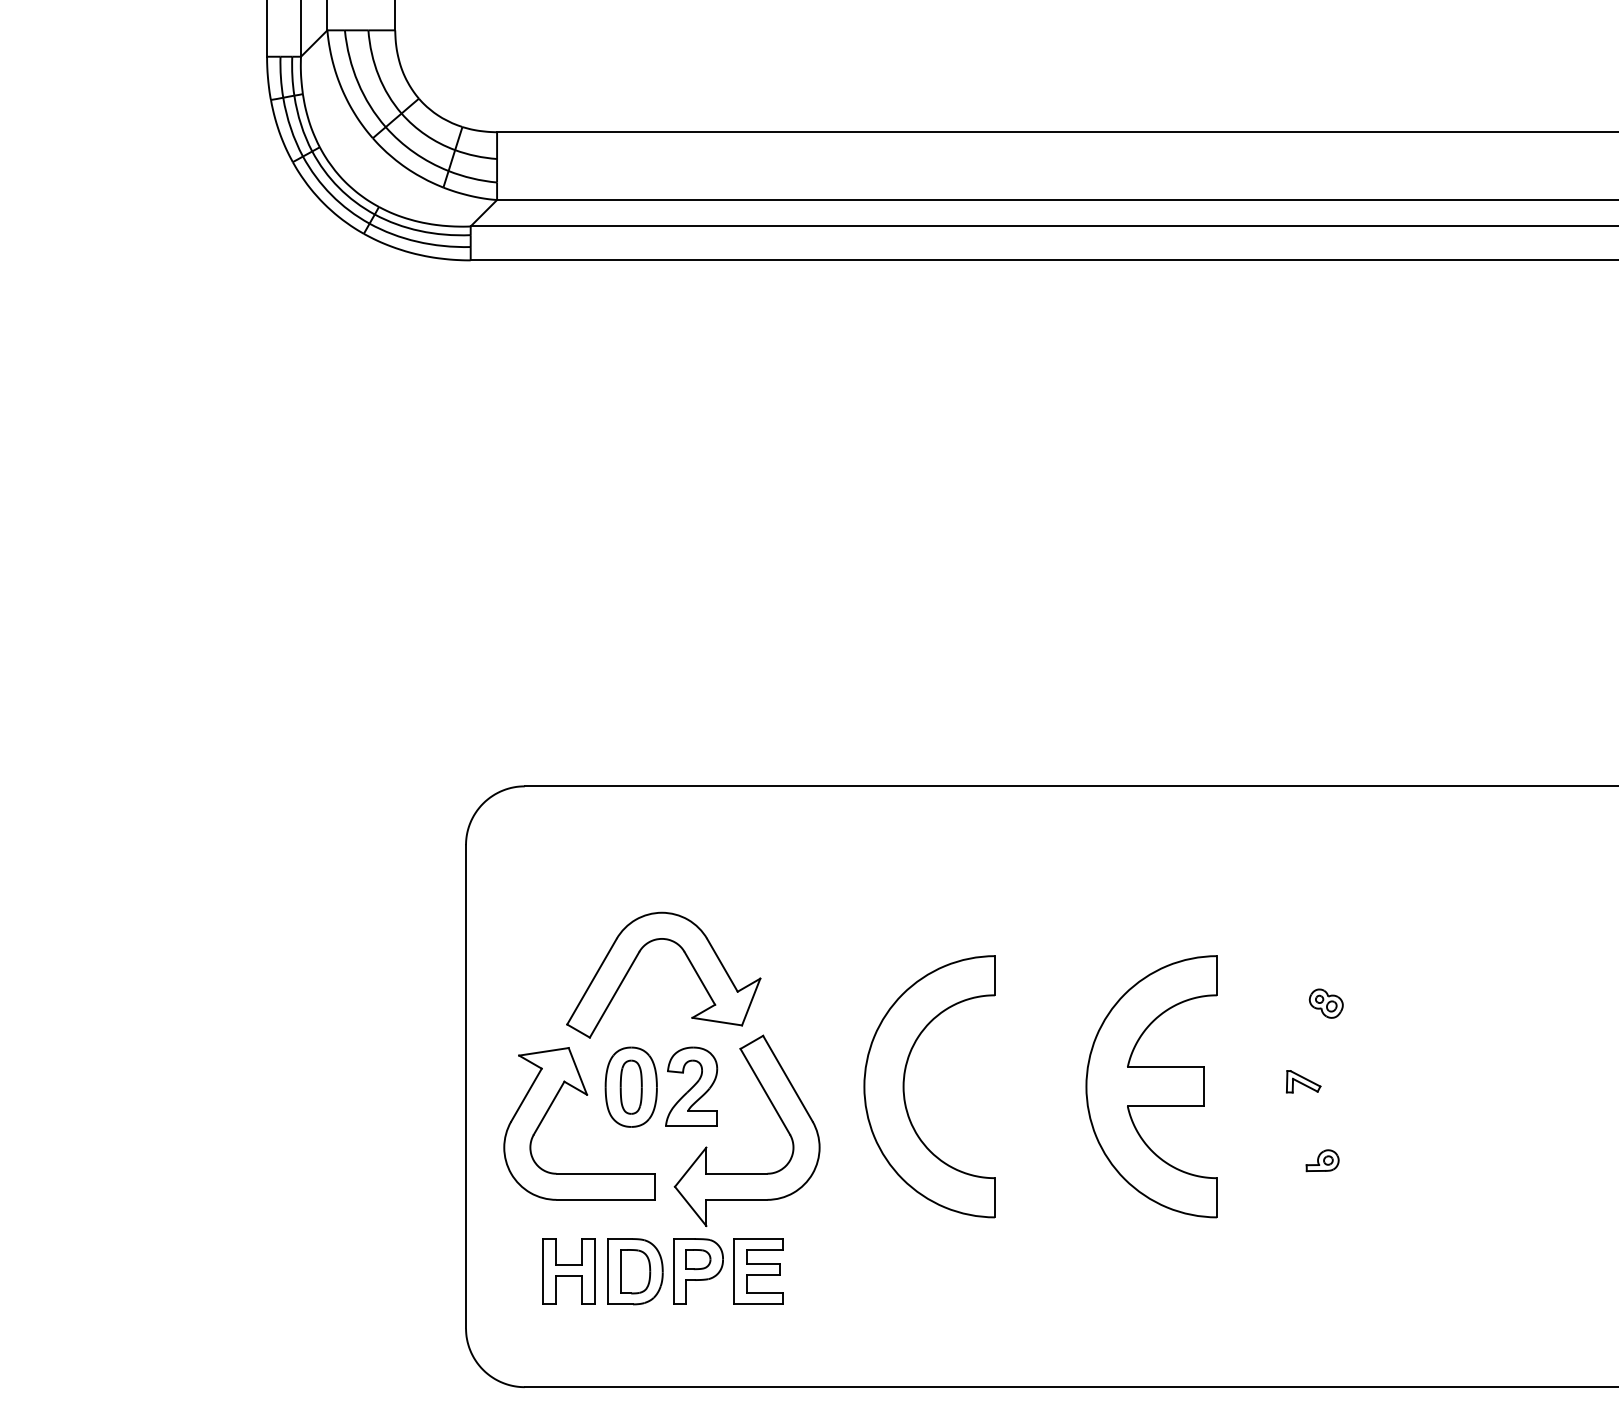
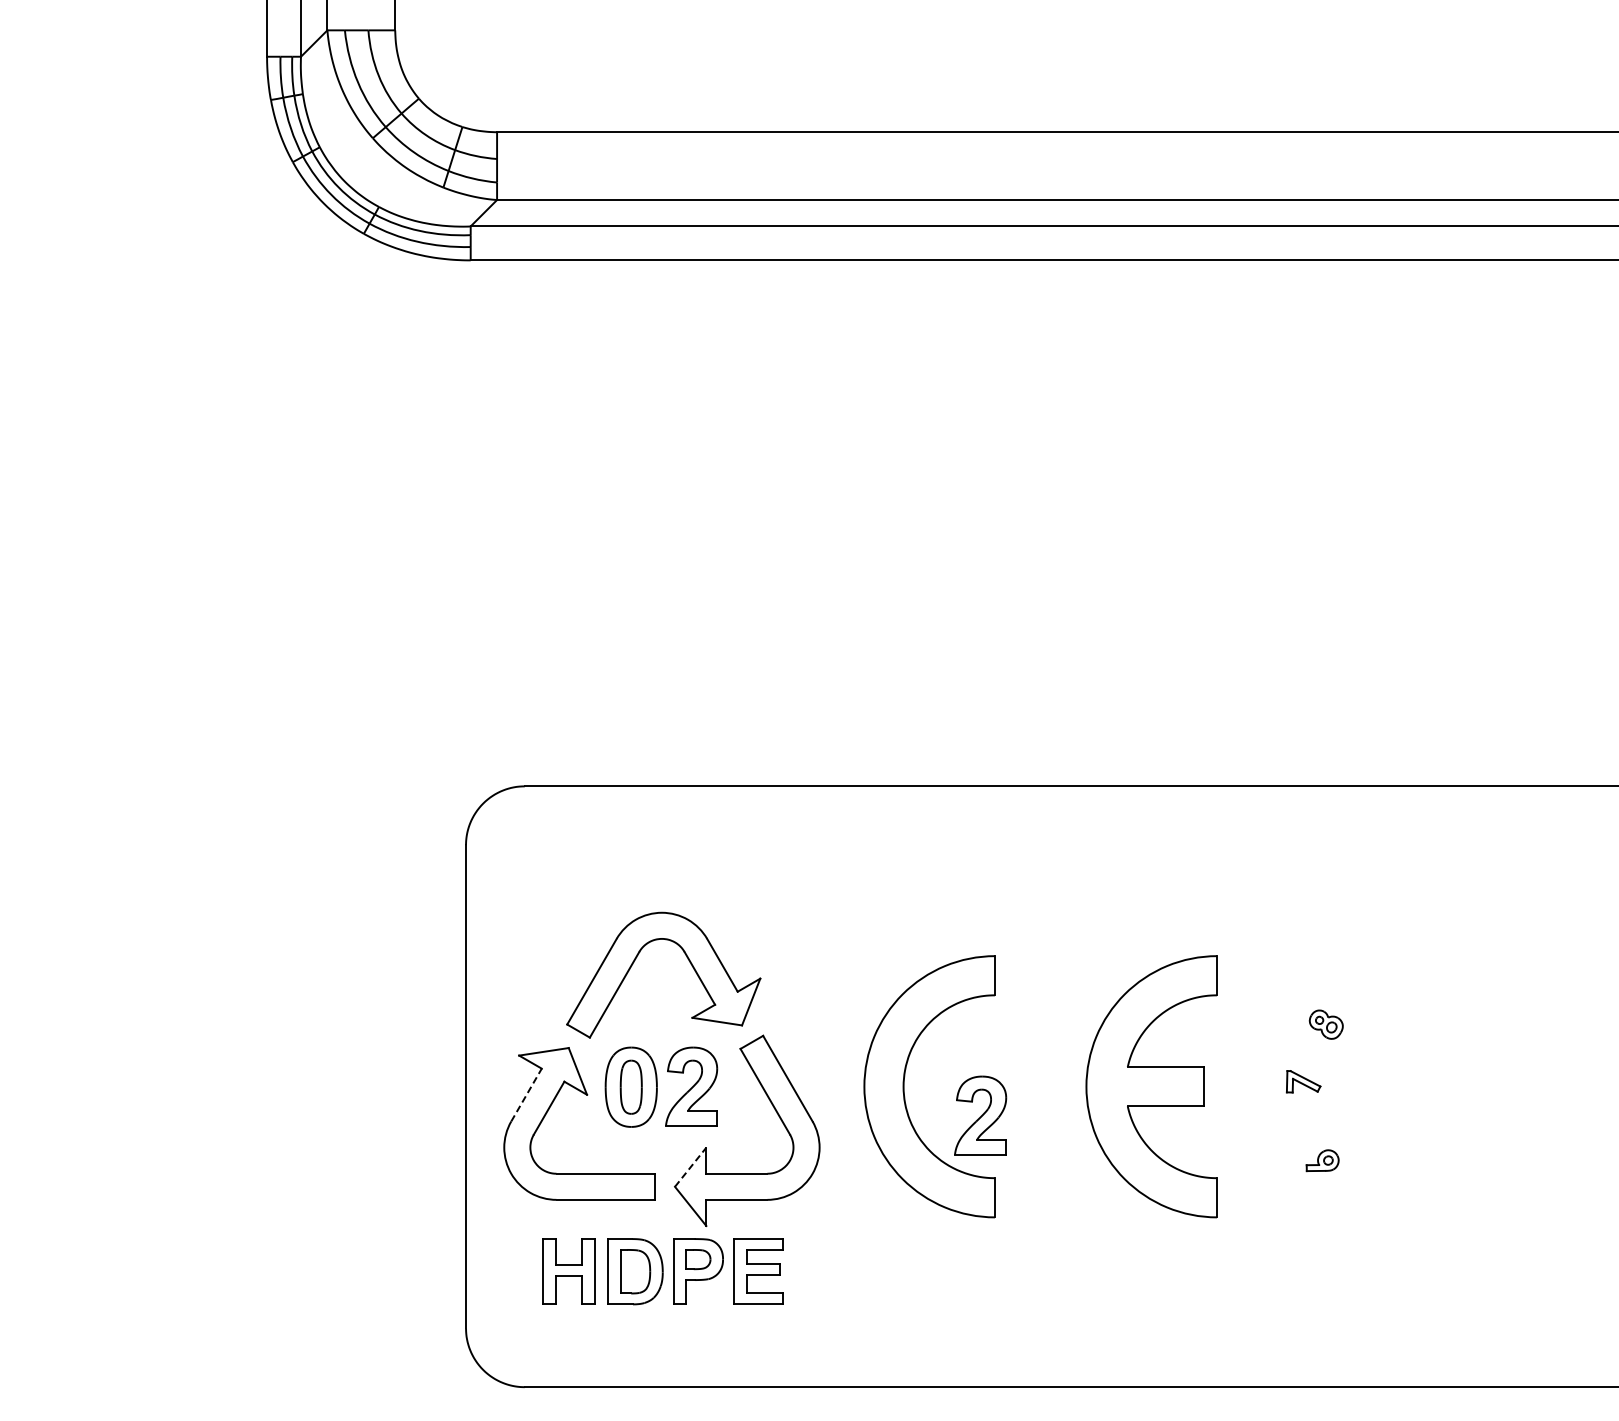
part at (1325, 1003) position: (1325, 1003) -> (1325, 1024)
line at (526, 1095): solid -> dashed
part at (980, 1115): none -> present
line at (690, 1166): solid -> dashed
